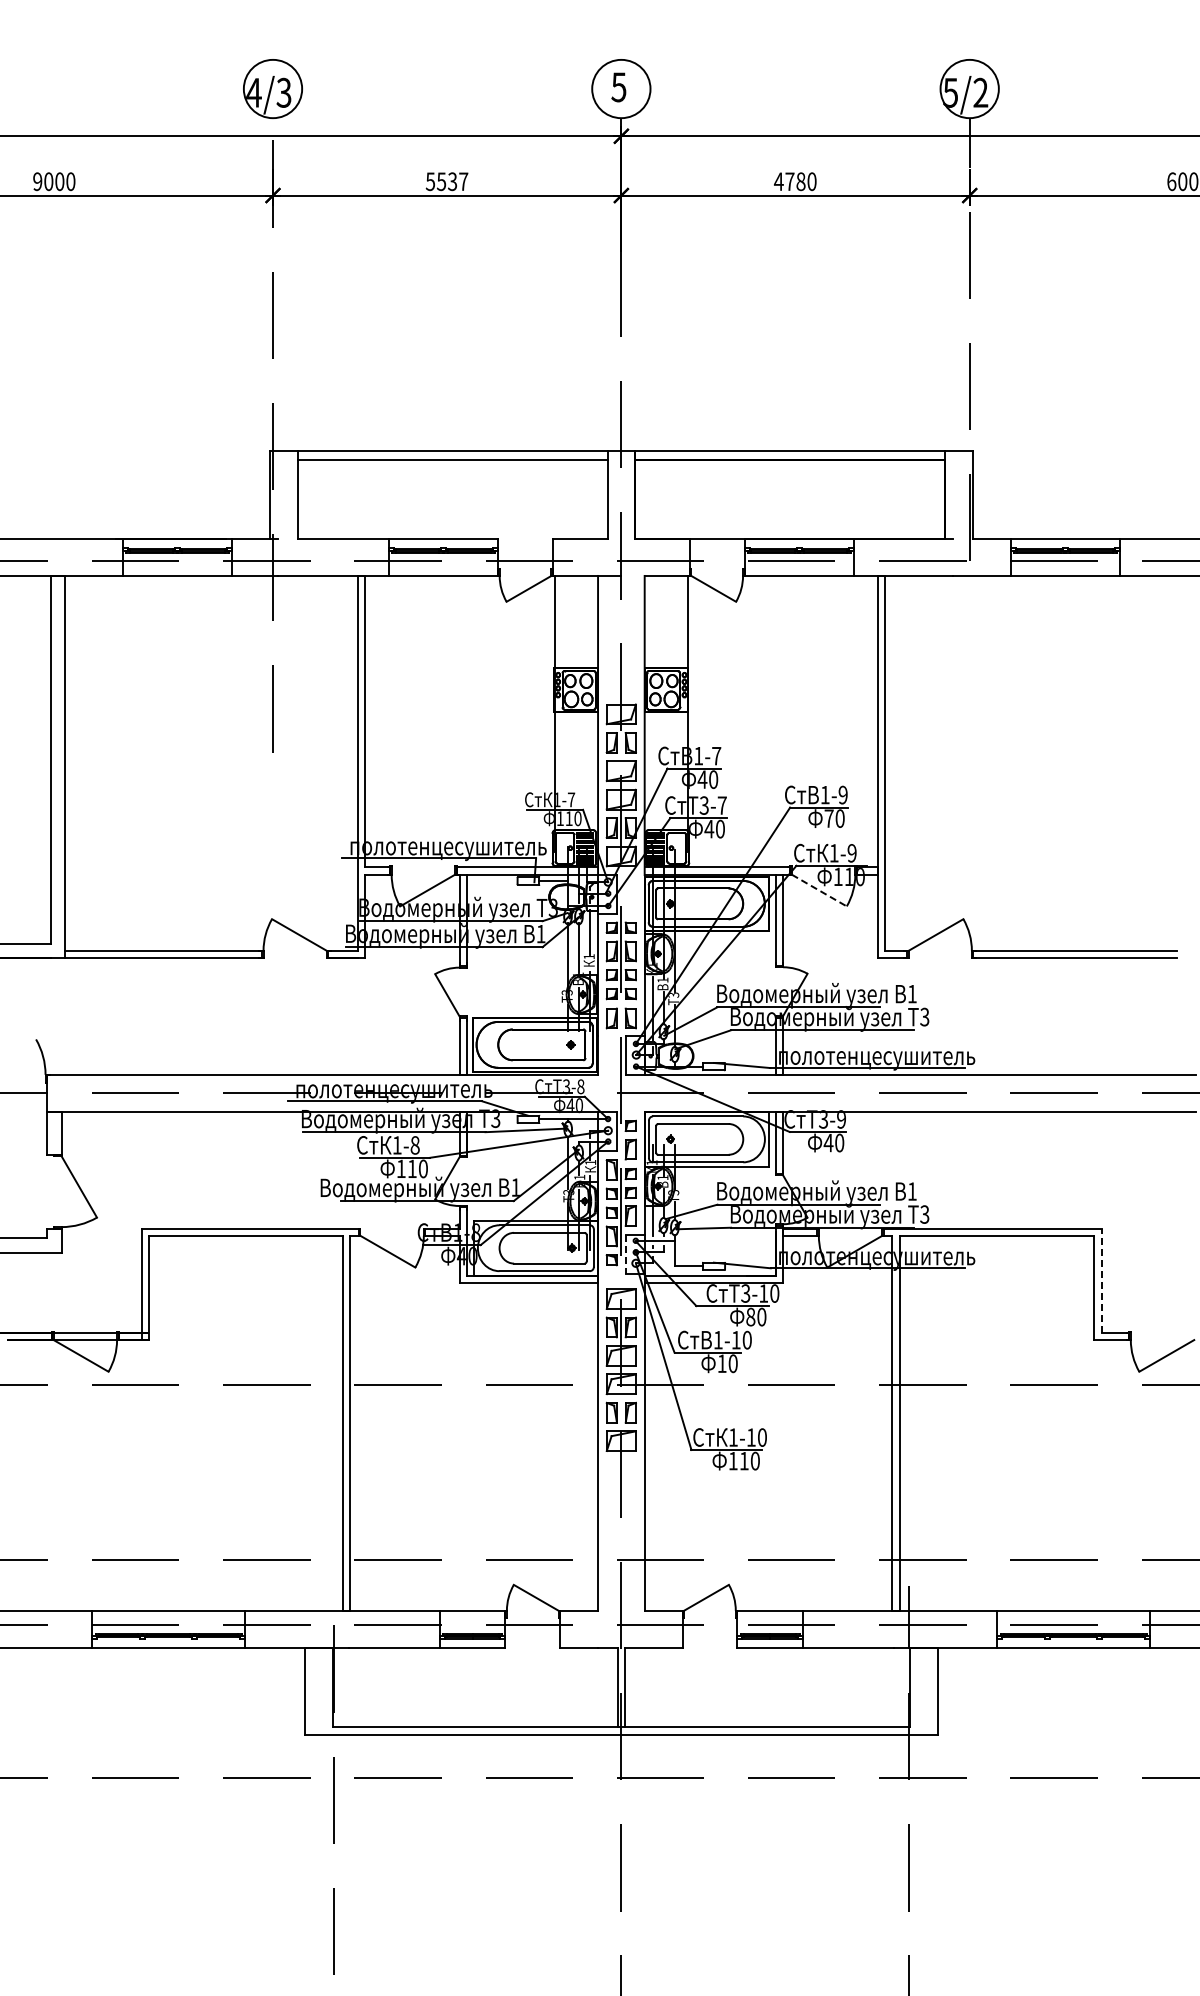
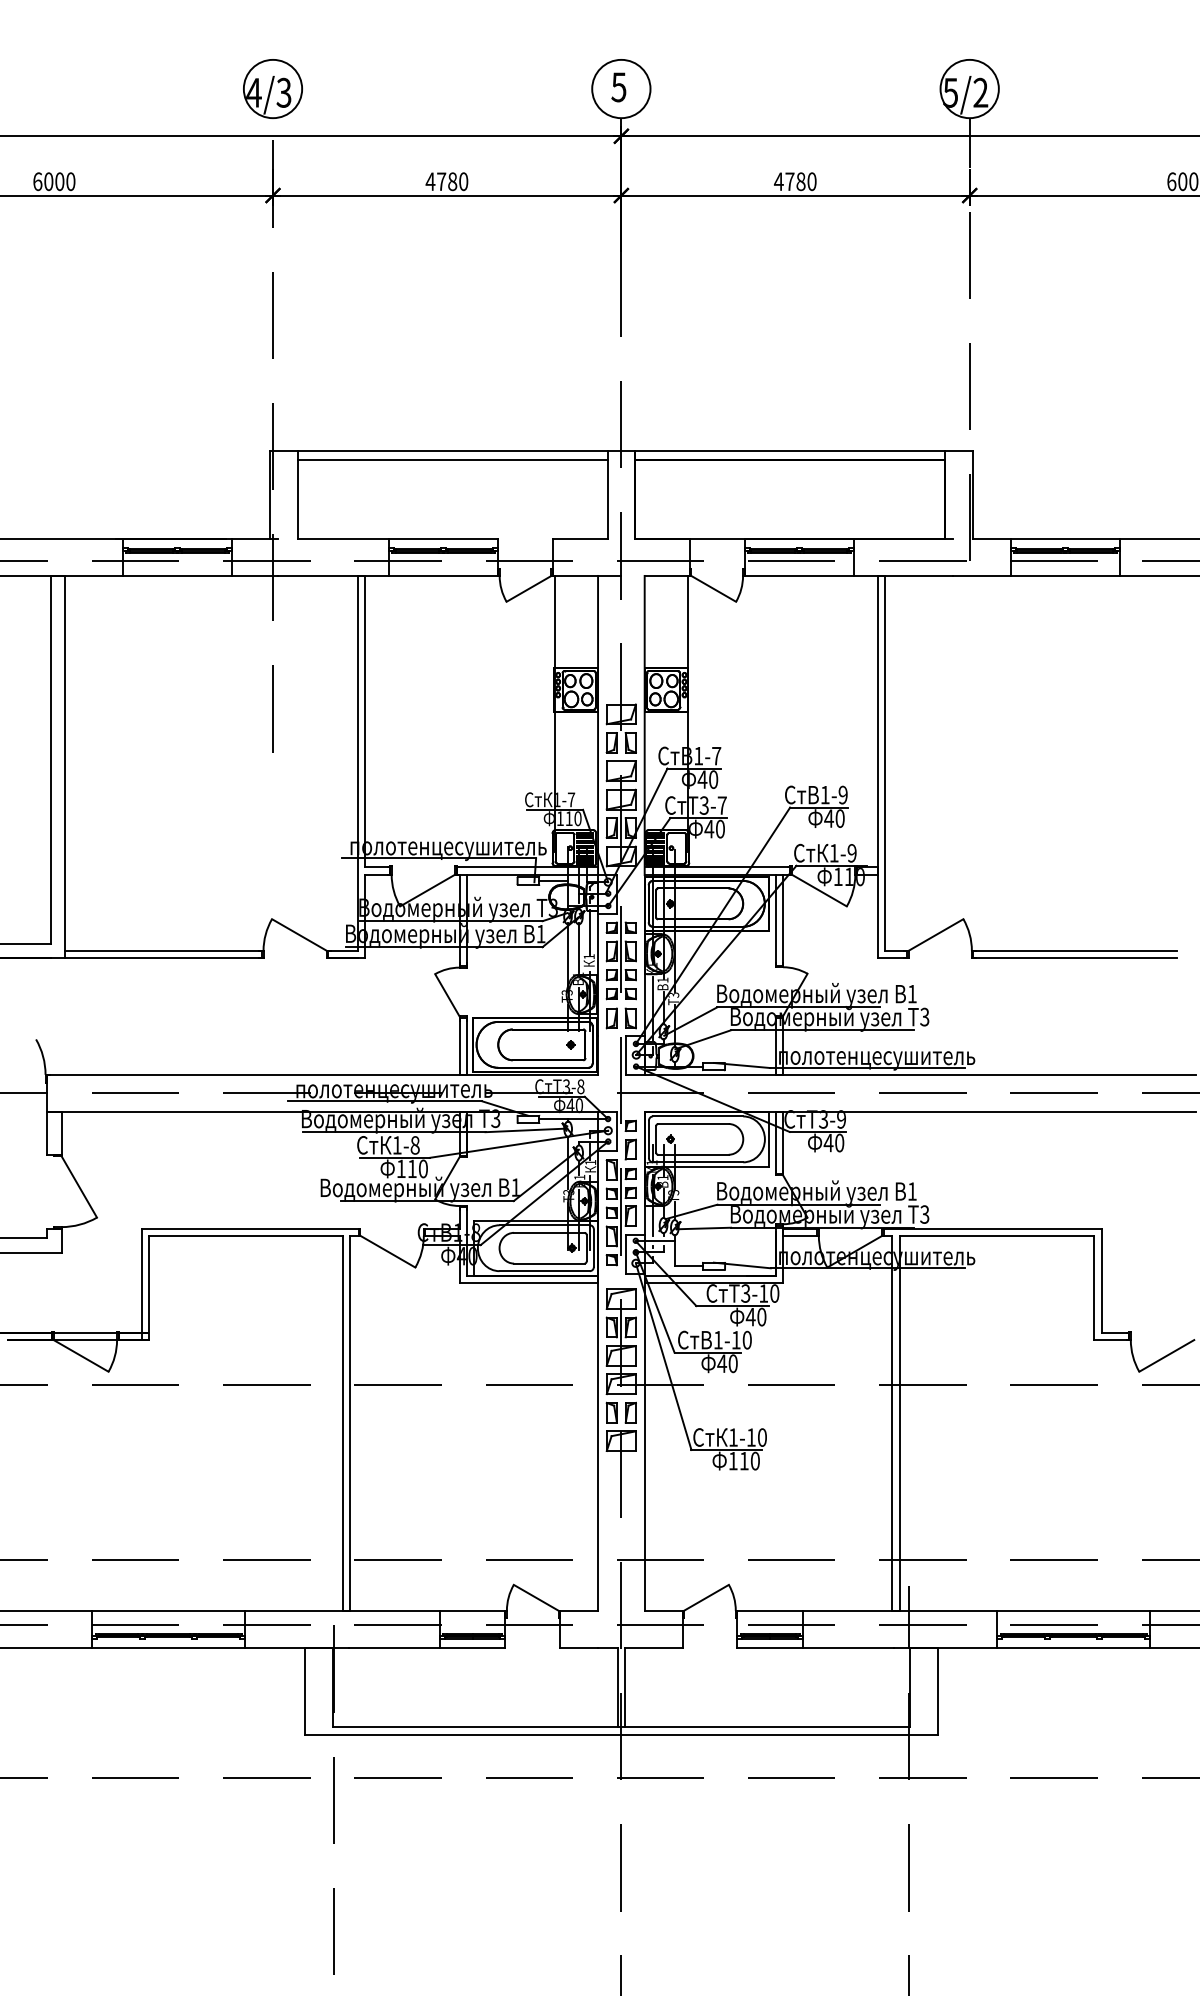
text at (37, 181): 9000 -> 6000
text at (446, 181): 5537 -> 4780
text at (829, 818): 70 -> 40
line at (819, 890): dashed -> solid
line at (625, 1254): dashed -> solid
line at (1101, 1280): dashed -> solid
text at (750, 1316): 80 -> 40
text at (722, 1363): 10 -> 40
